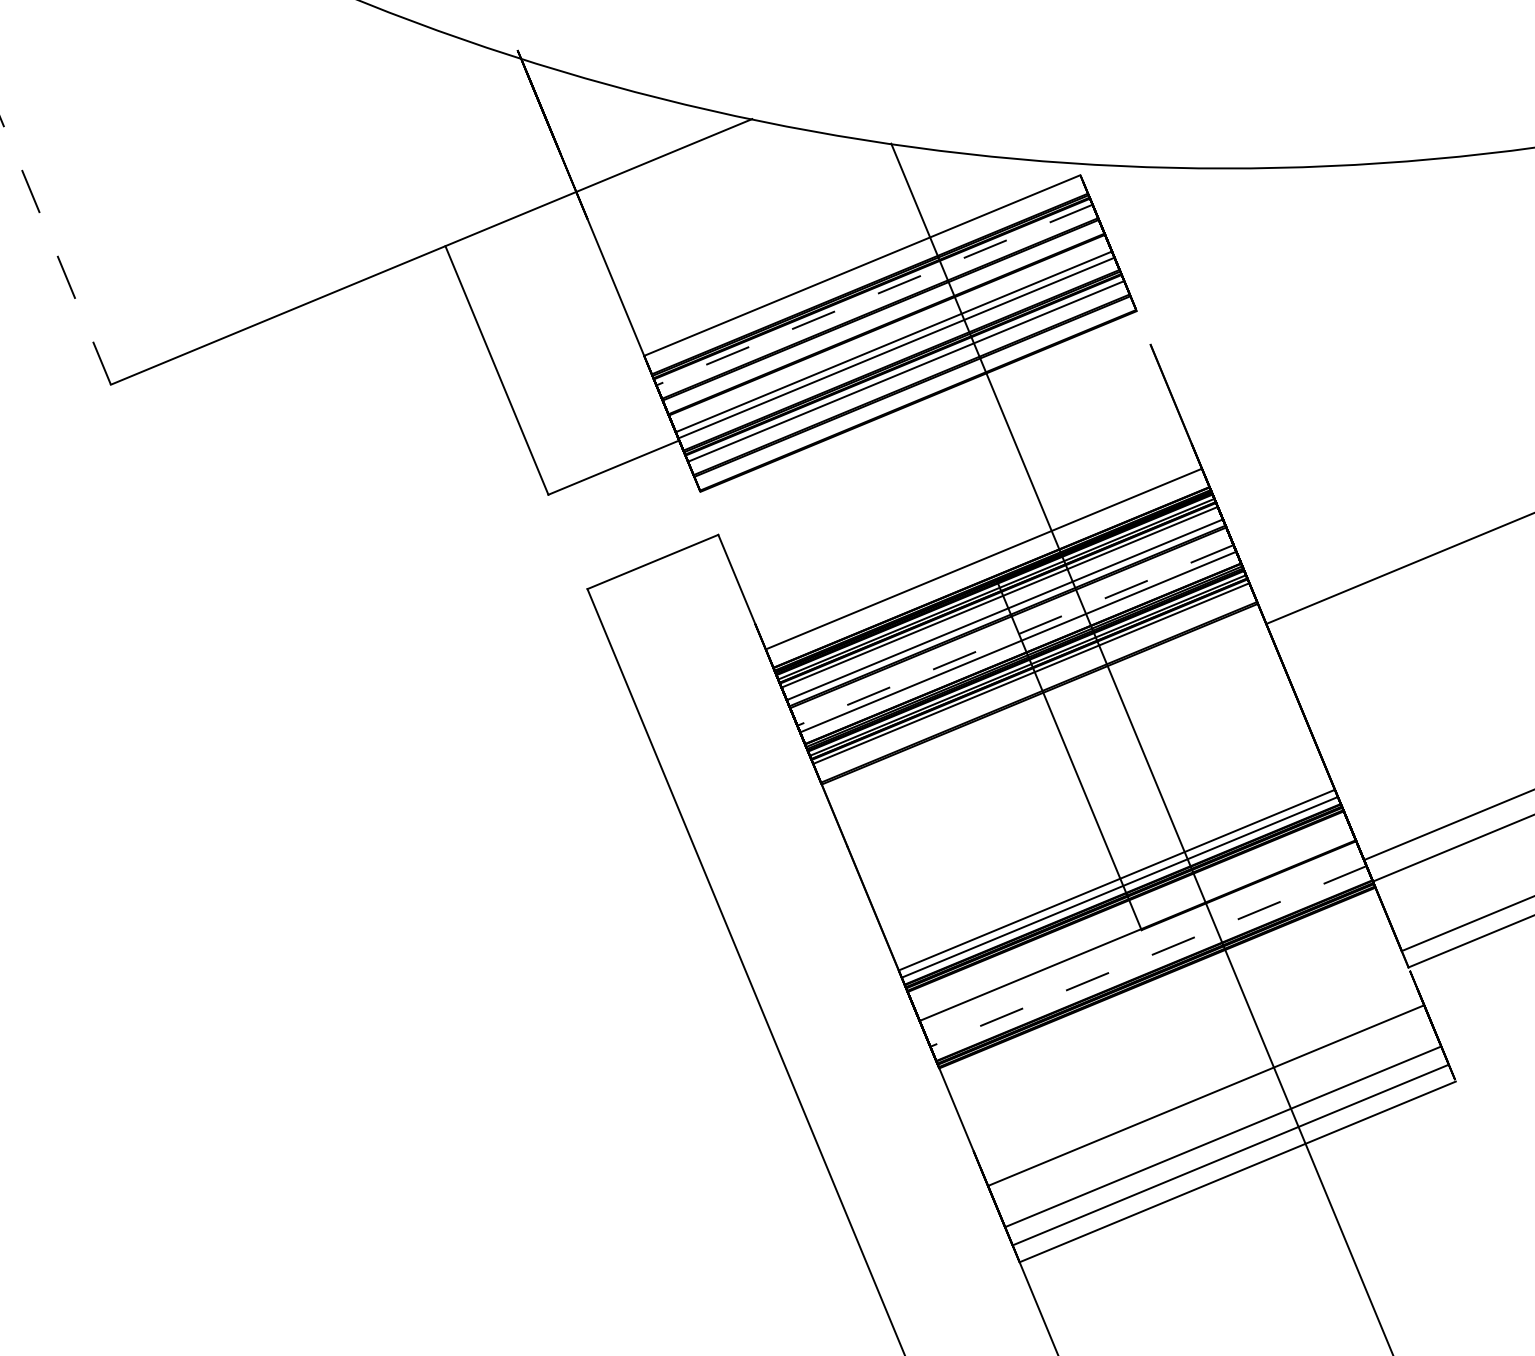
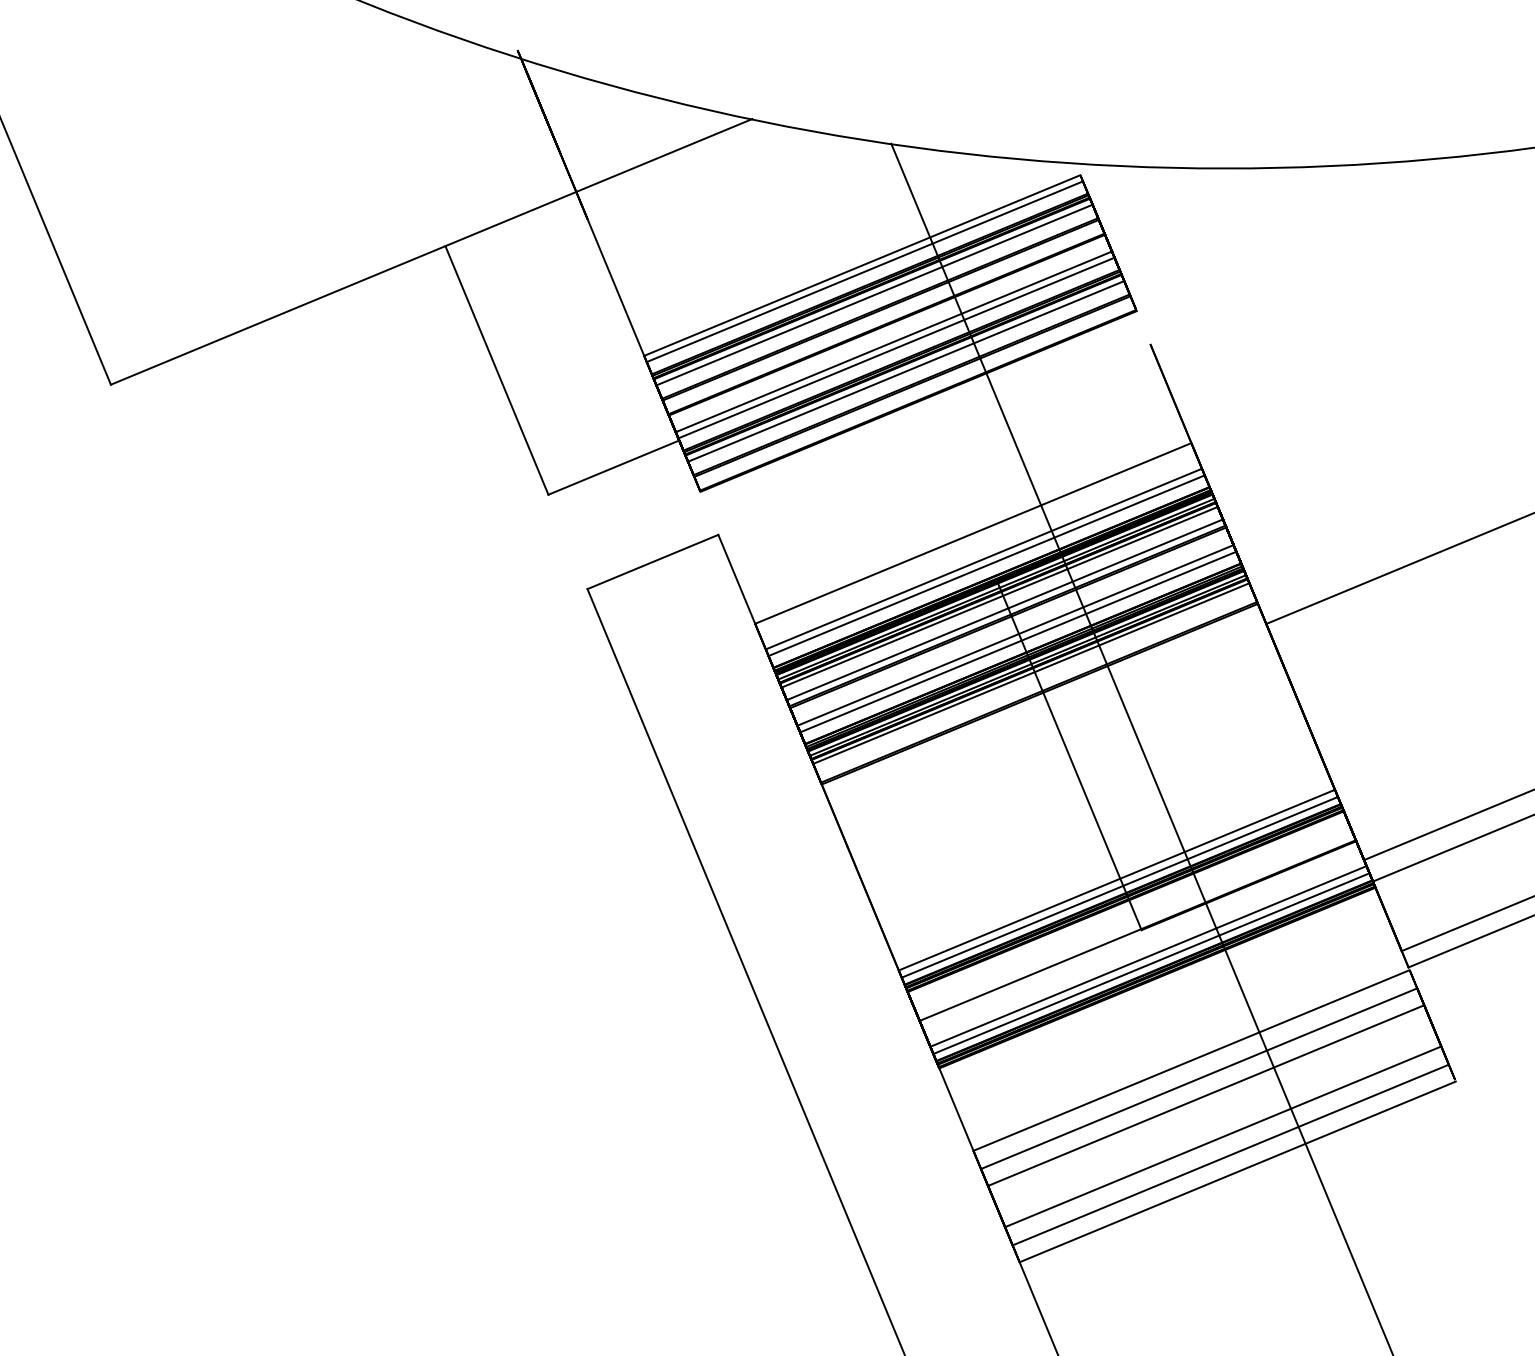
line at (55, 250): dashed -> solid
line at (864, 271): none -> present
line at (874, 295): dashed -> solid
line at (973, 533): none -> present
line at (986, 565): none -> present
line at (1015, 635): dashed -> solid
line at (1148, 956): dashed -> solid
line at (1151, 963): none -> present
line at (1191, 1060): none -> present
line at (1199, 1078): none -> present
